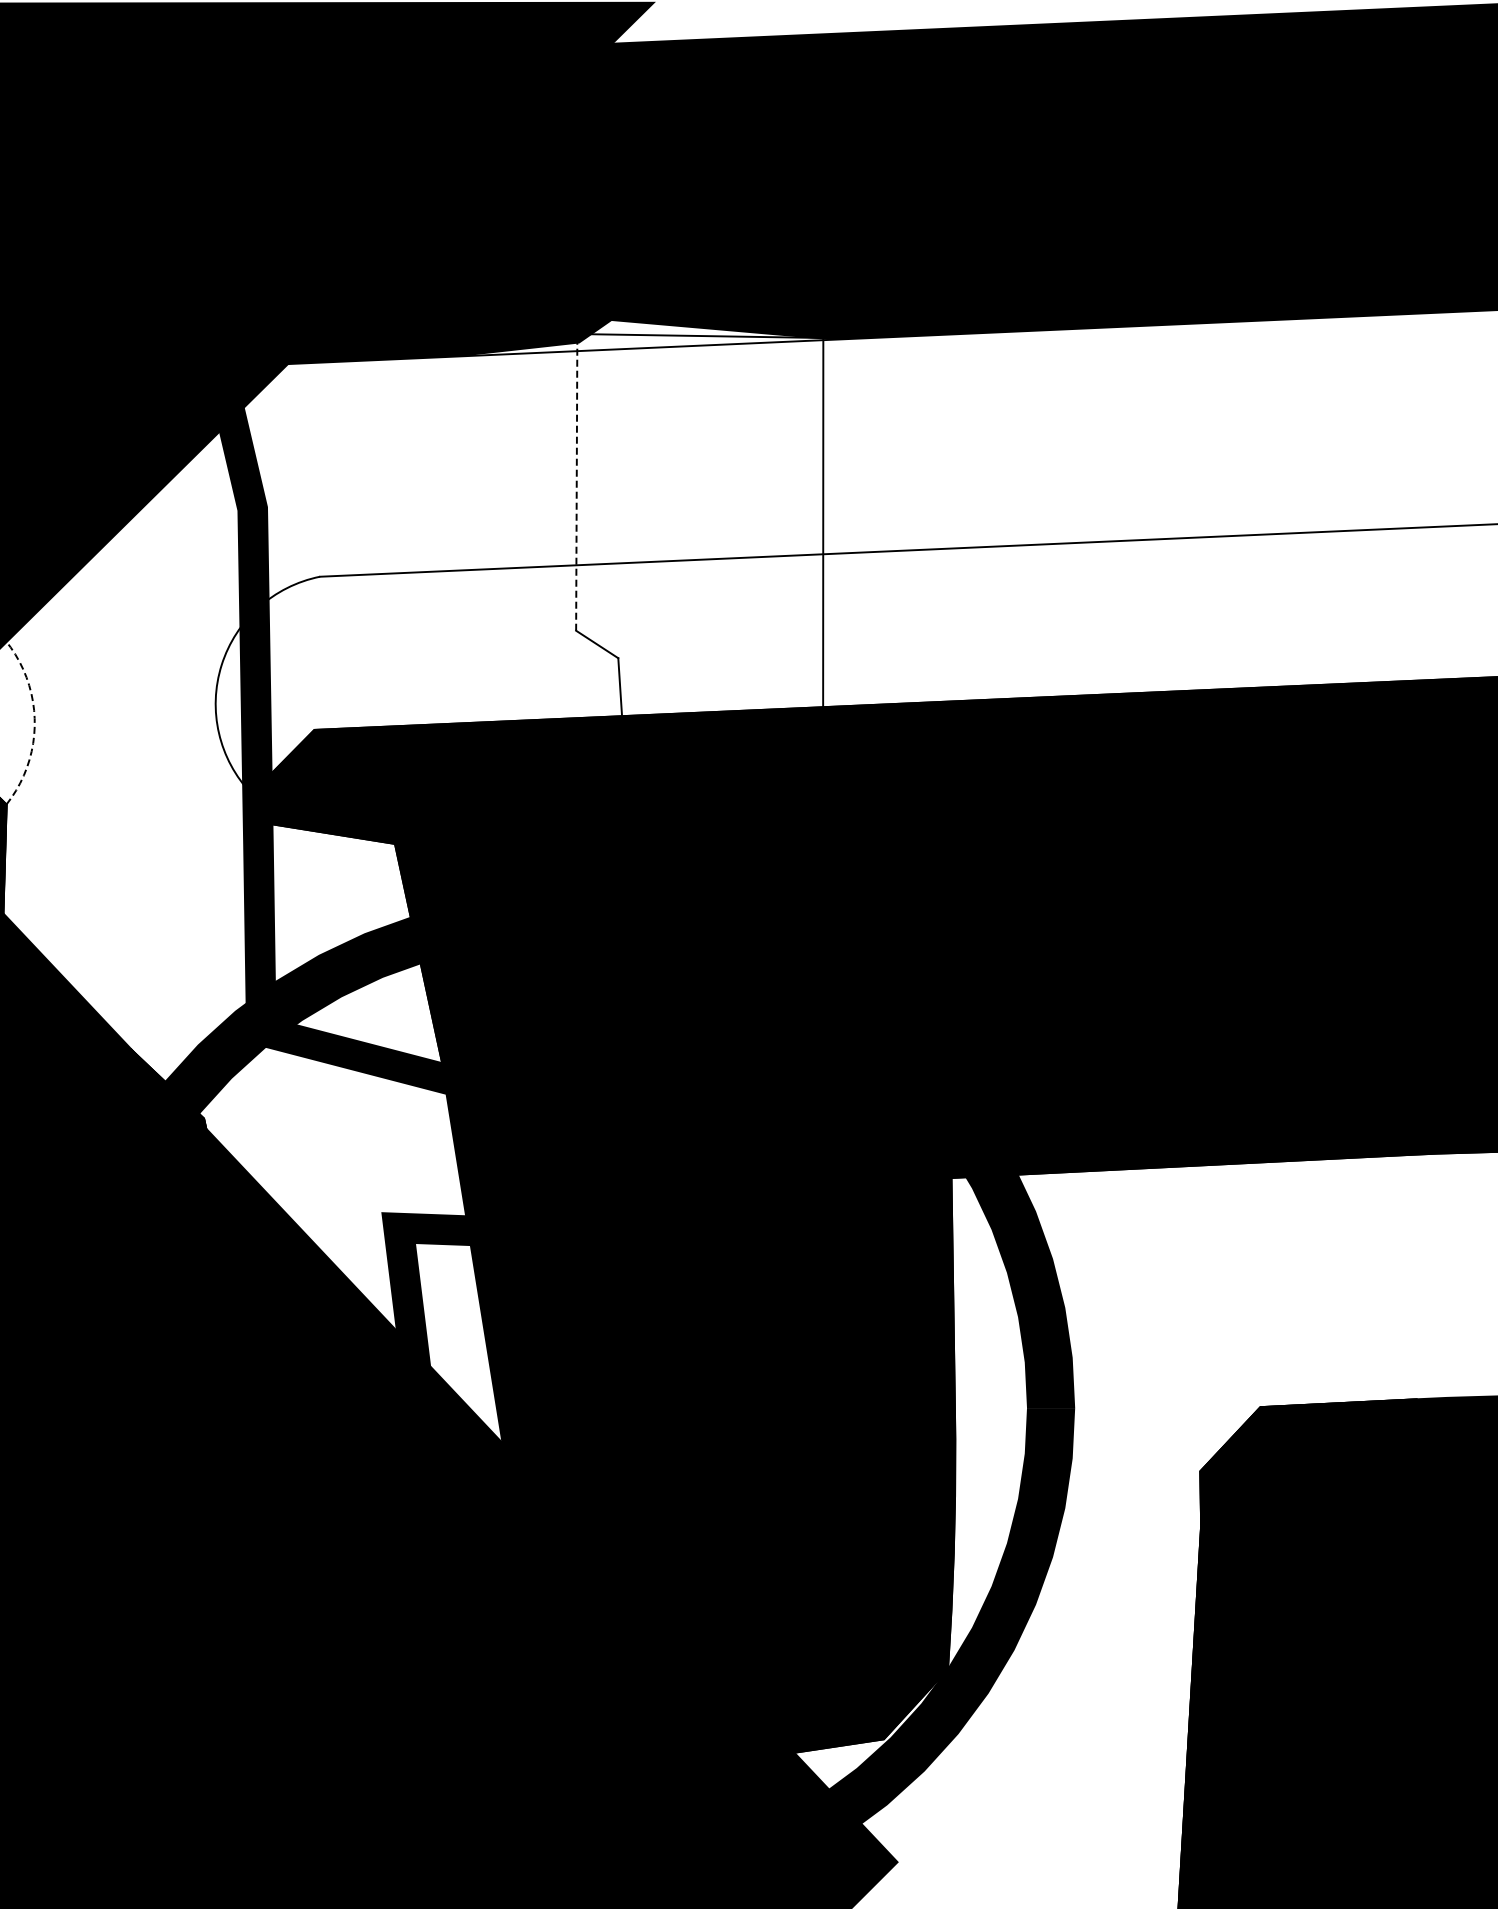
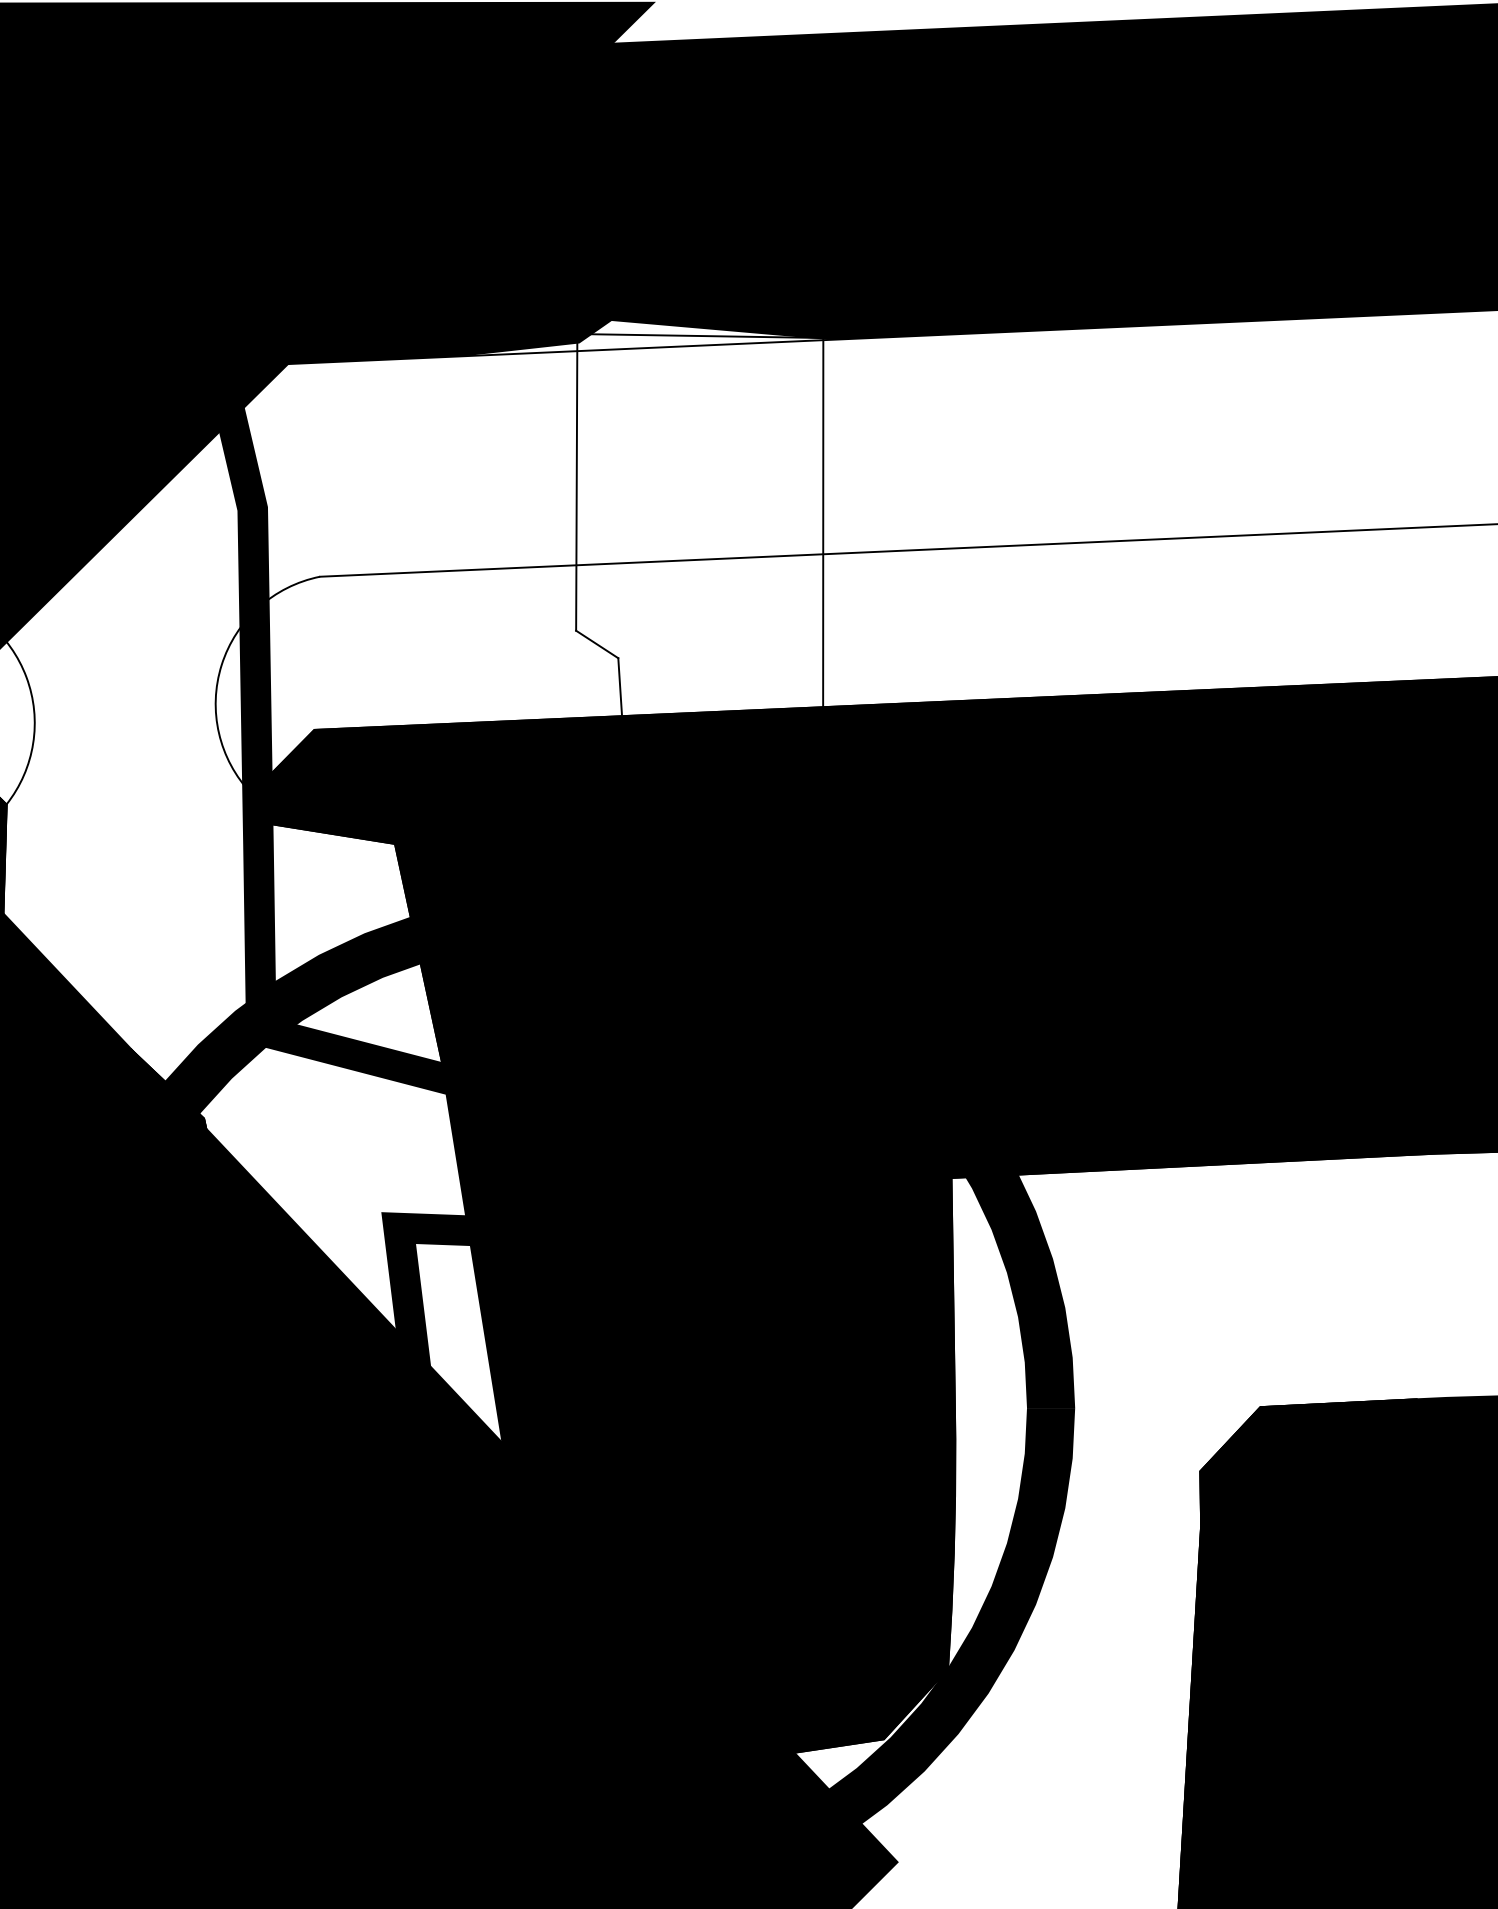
line at (576, 481): dashed -> solid
line at (34, 718): dashed -> solid
